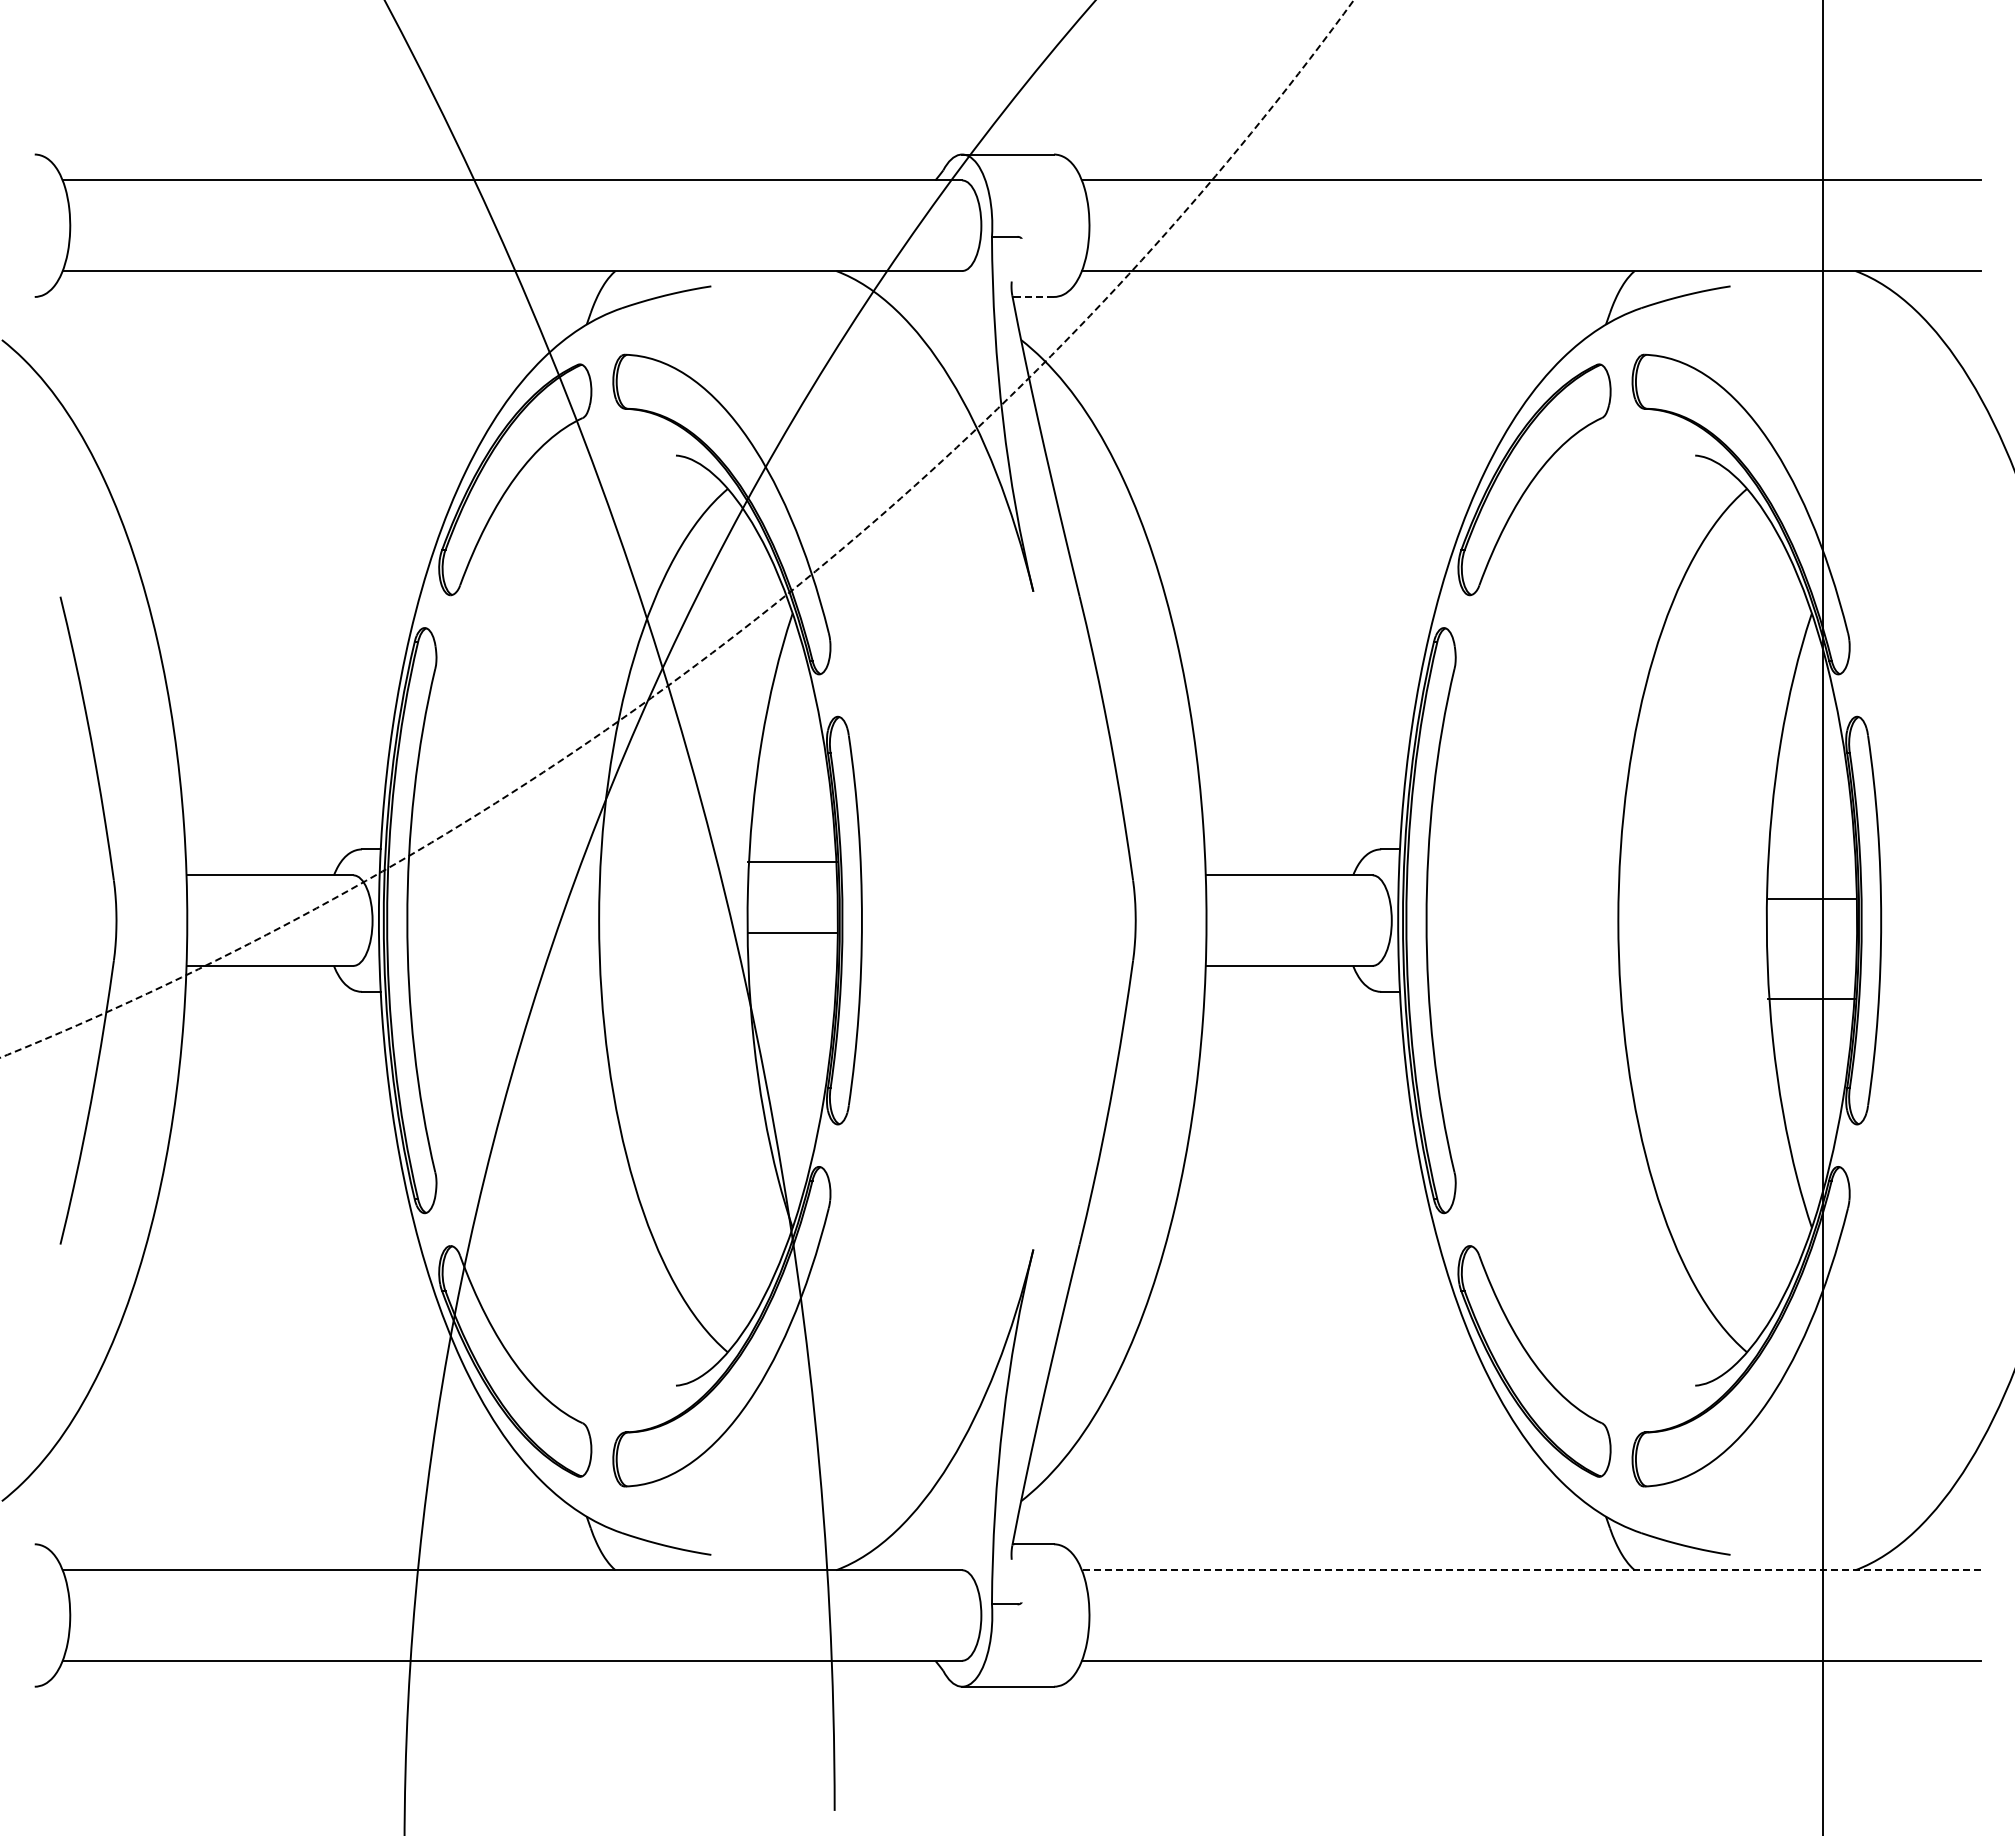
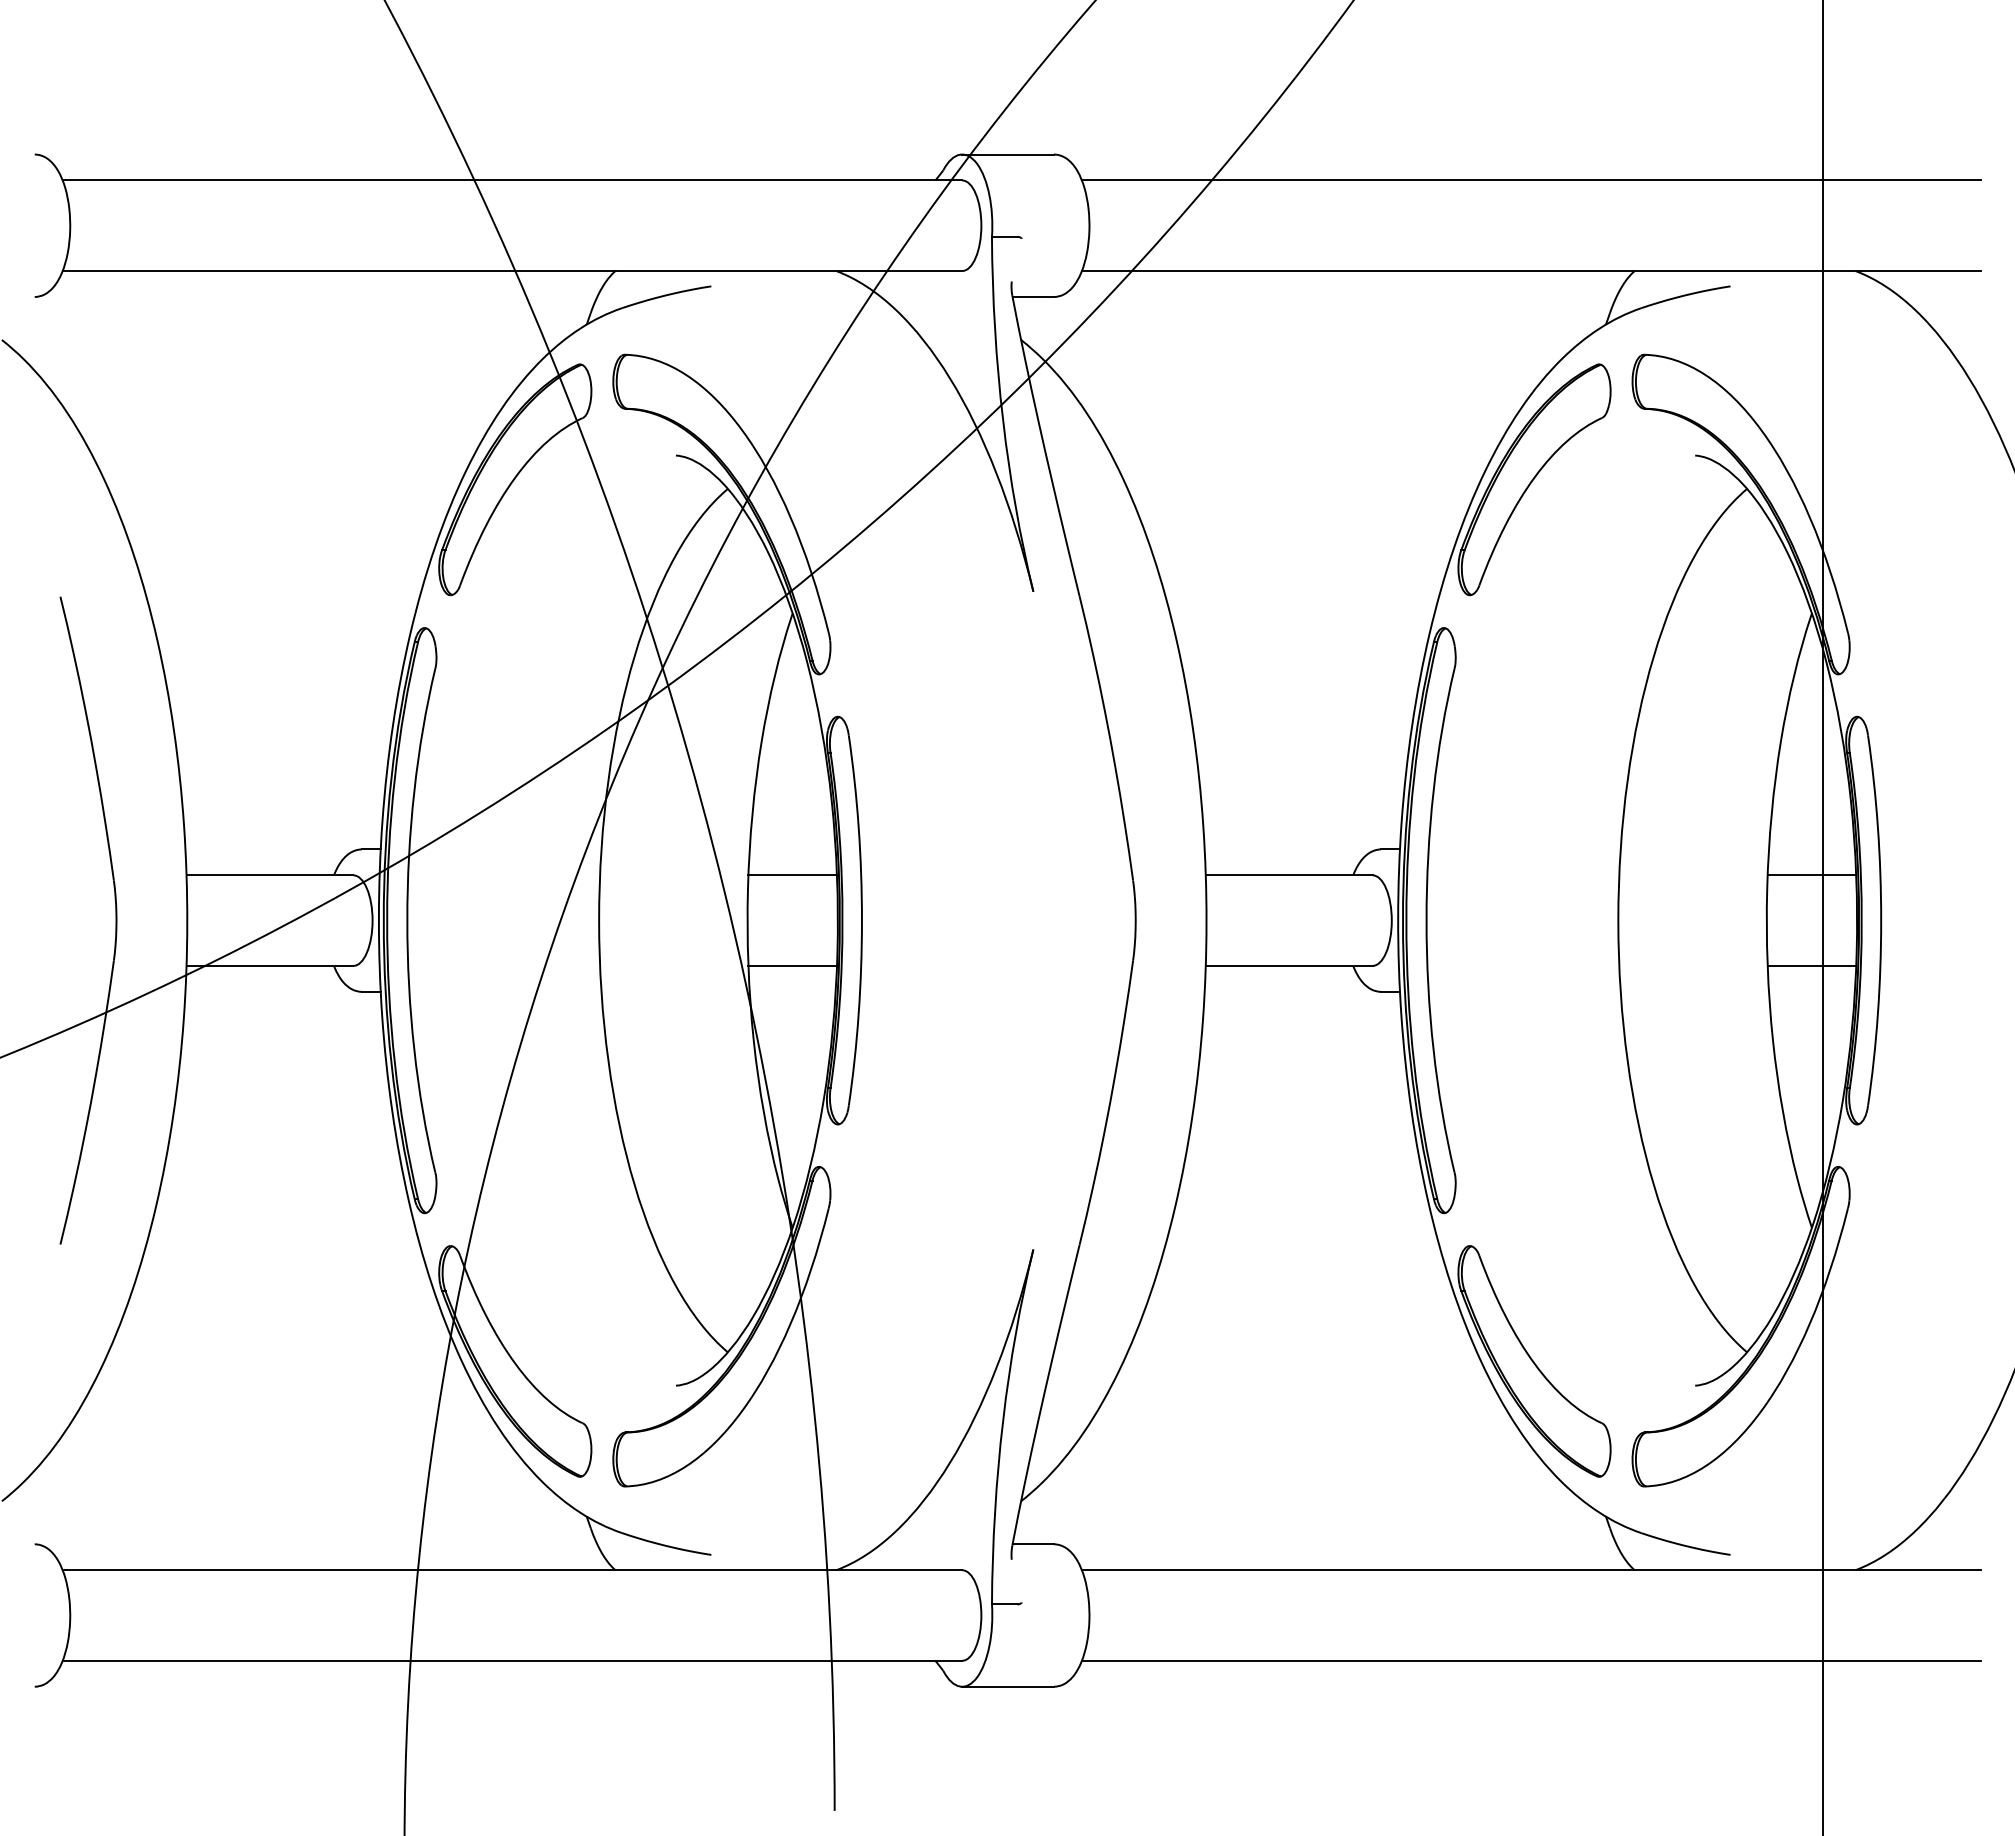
line at (1034, 296): dashed -> solid
arc at (751, 622): dashed -> solid
line at (792, 862) position: (792, 862) -> (792, 875)
line at (1811, 899) position: (1811, 899) -> (1811, 875)
line at (792, 932) position: (792, 932) -> (792, 965)
line at (1811, 998) position: (1811, 998) -> (1811, 965)
line at (1531, 1570): dashed -> solid
